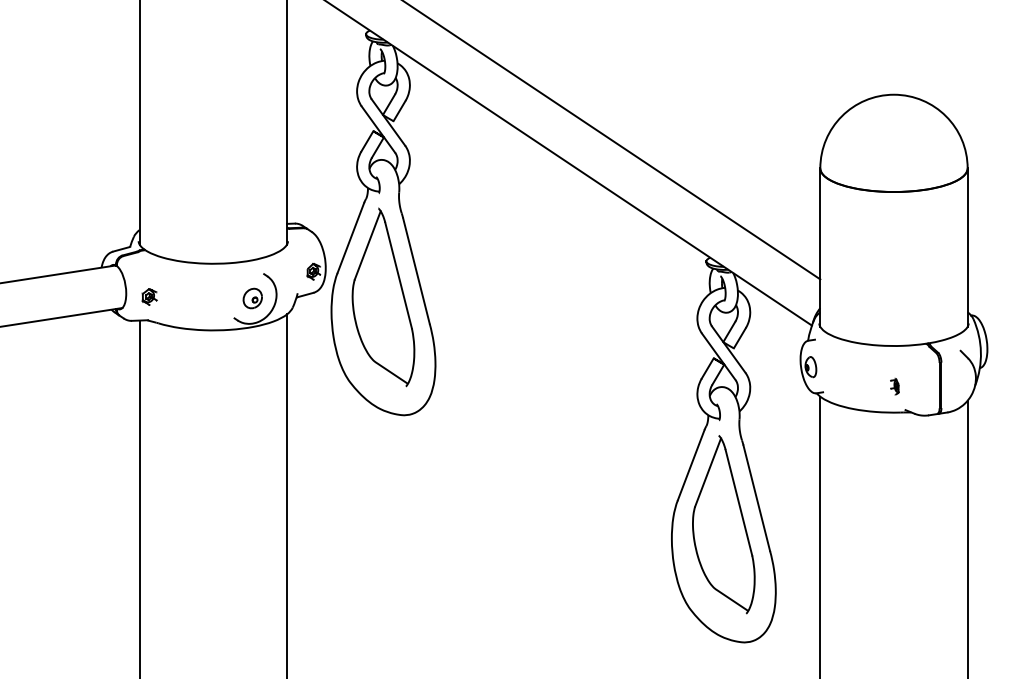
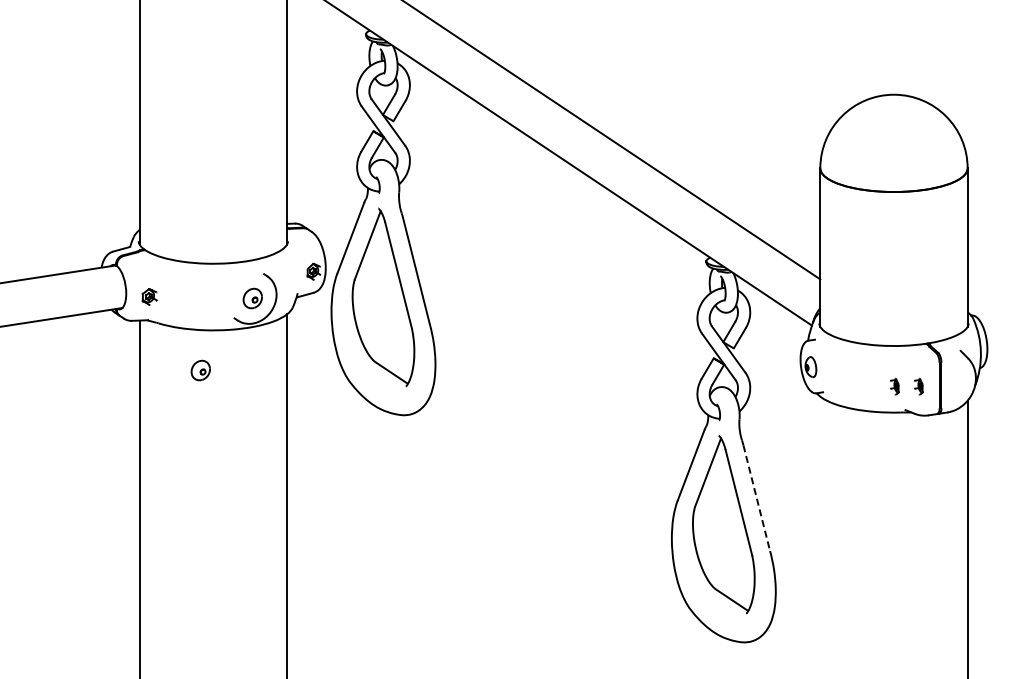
part at (200, 370): none -> present
part at (918, 386): none -> present
line at (756, 498): solid -> dashed
line at (820, 535): present -> none
